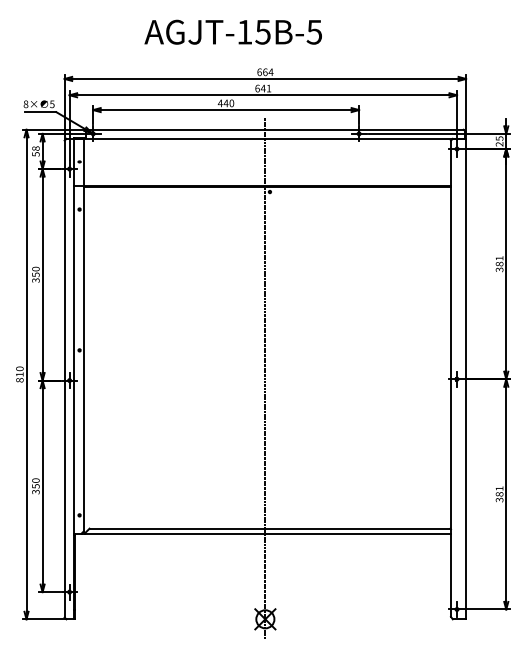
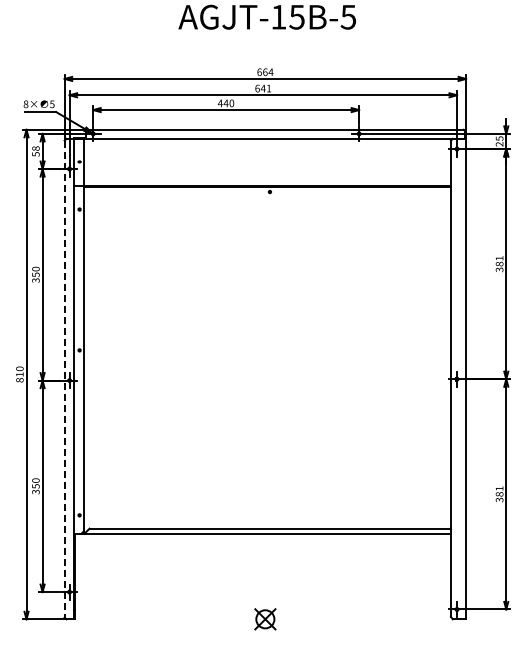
text at (232, 31) position: (232, 31) -> (266, 16)
line at (265, 378): present -> none
line at (64, 379): solid -> dashed
